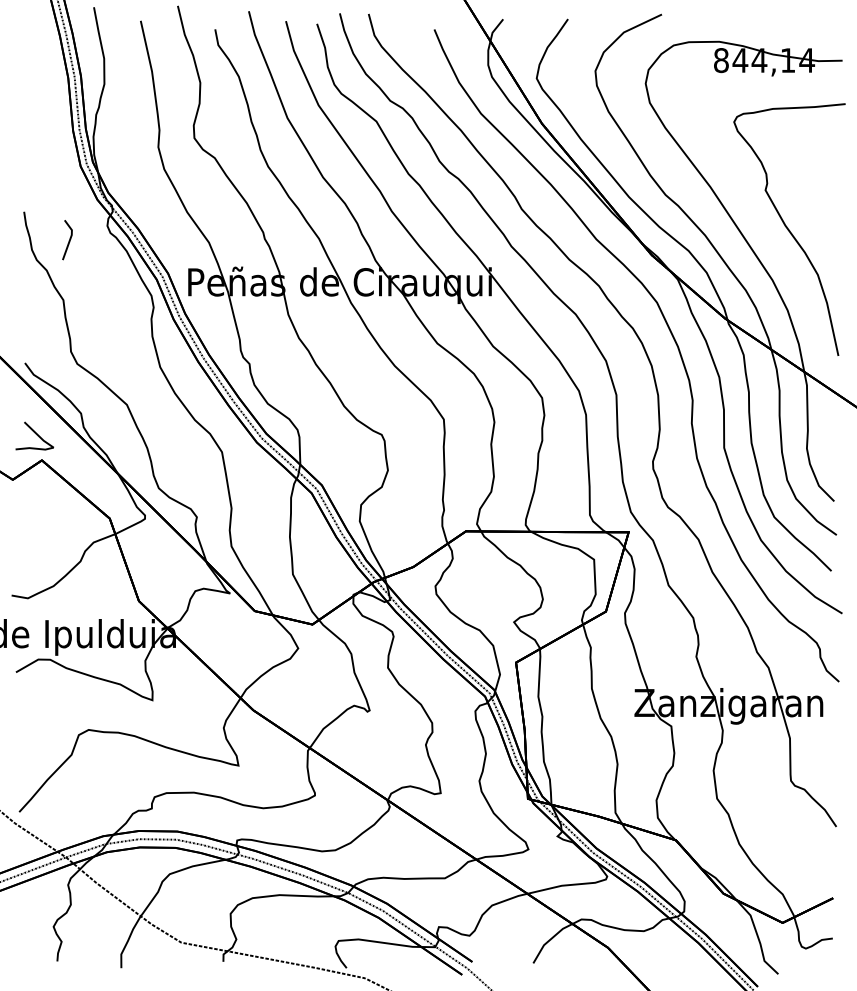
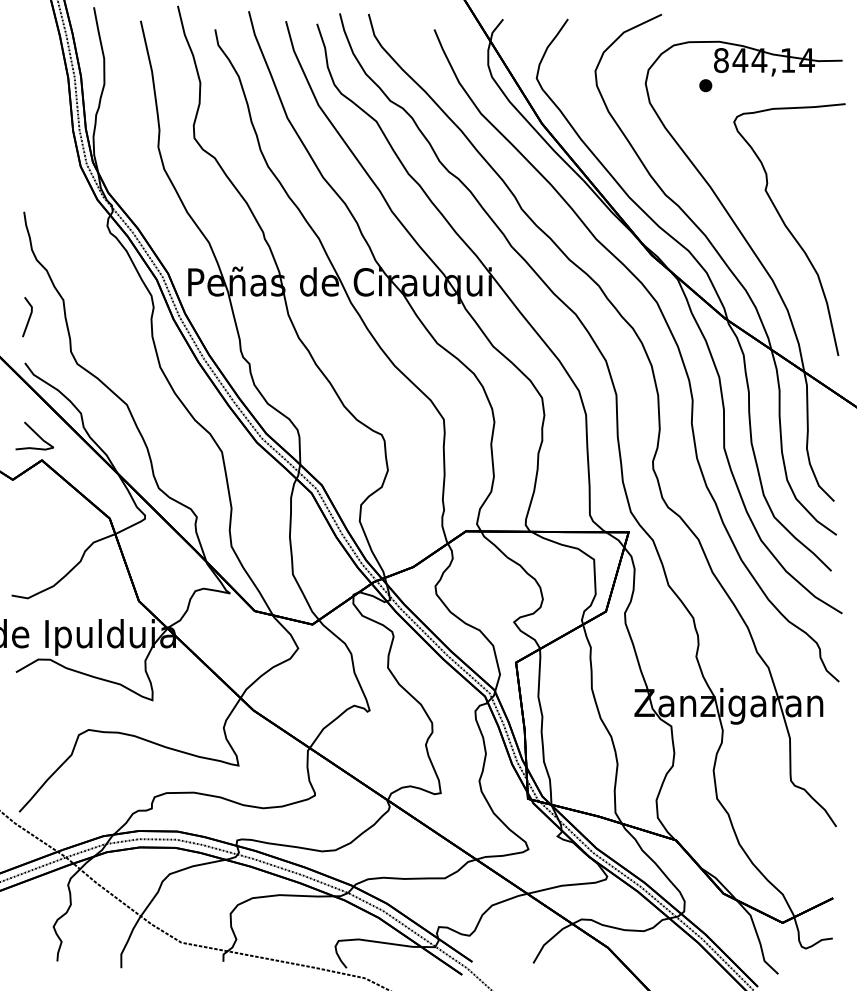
part at (705, 85): none -> present
line at (68, 240) position: (68, 240) -> (28, 317)
